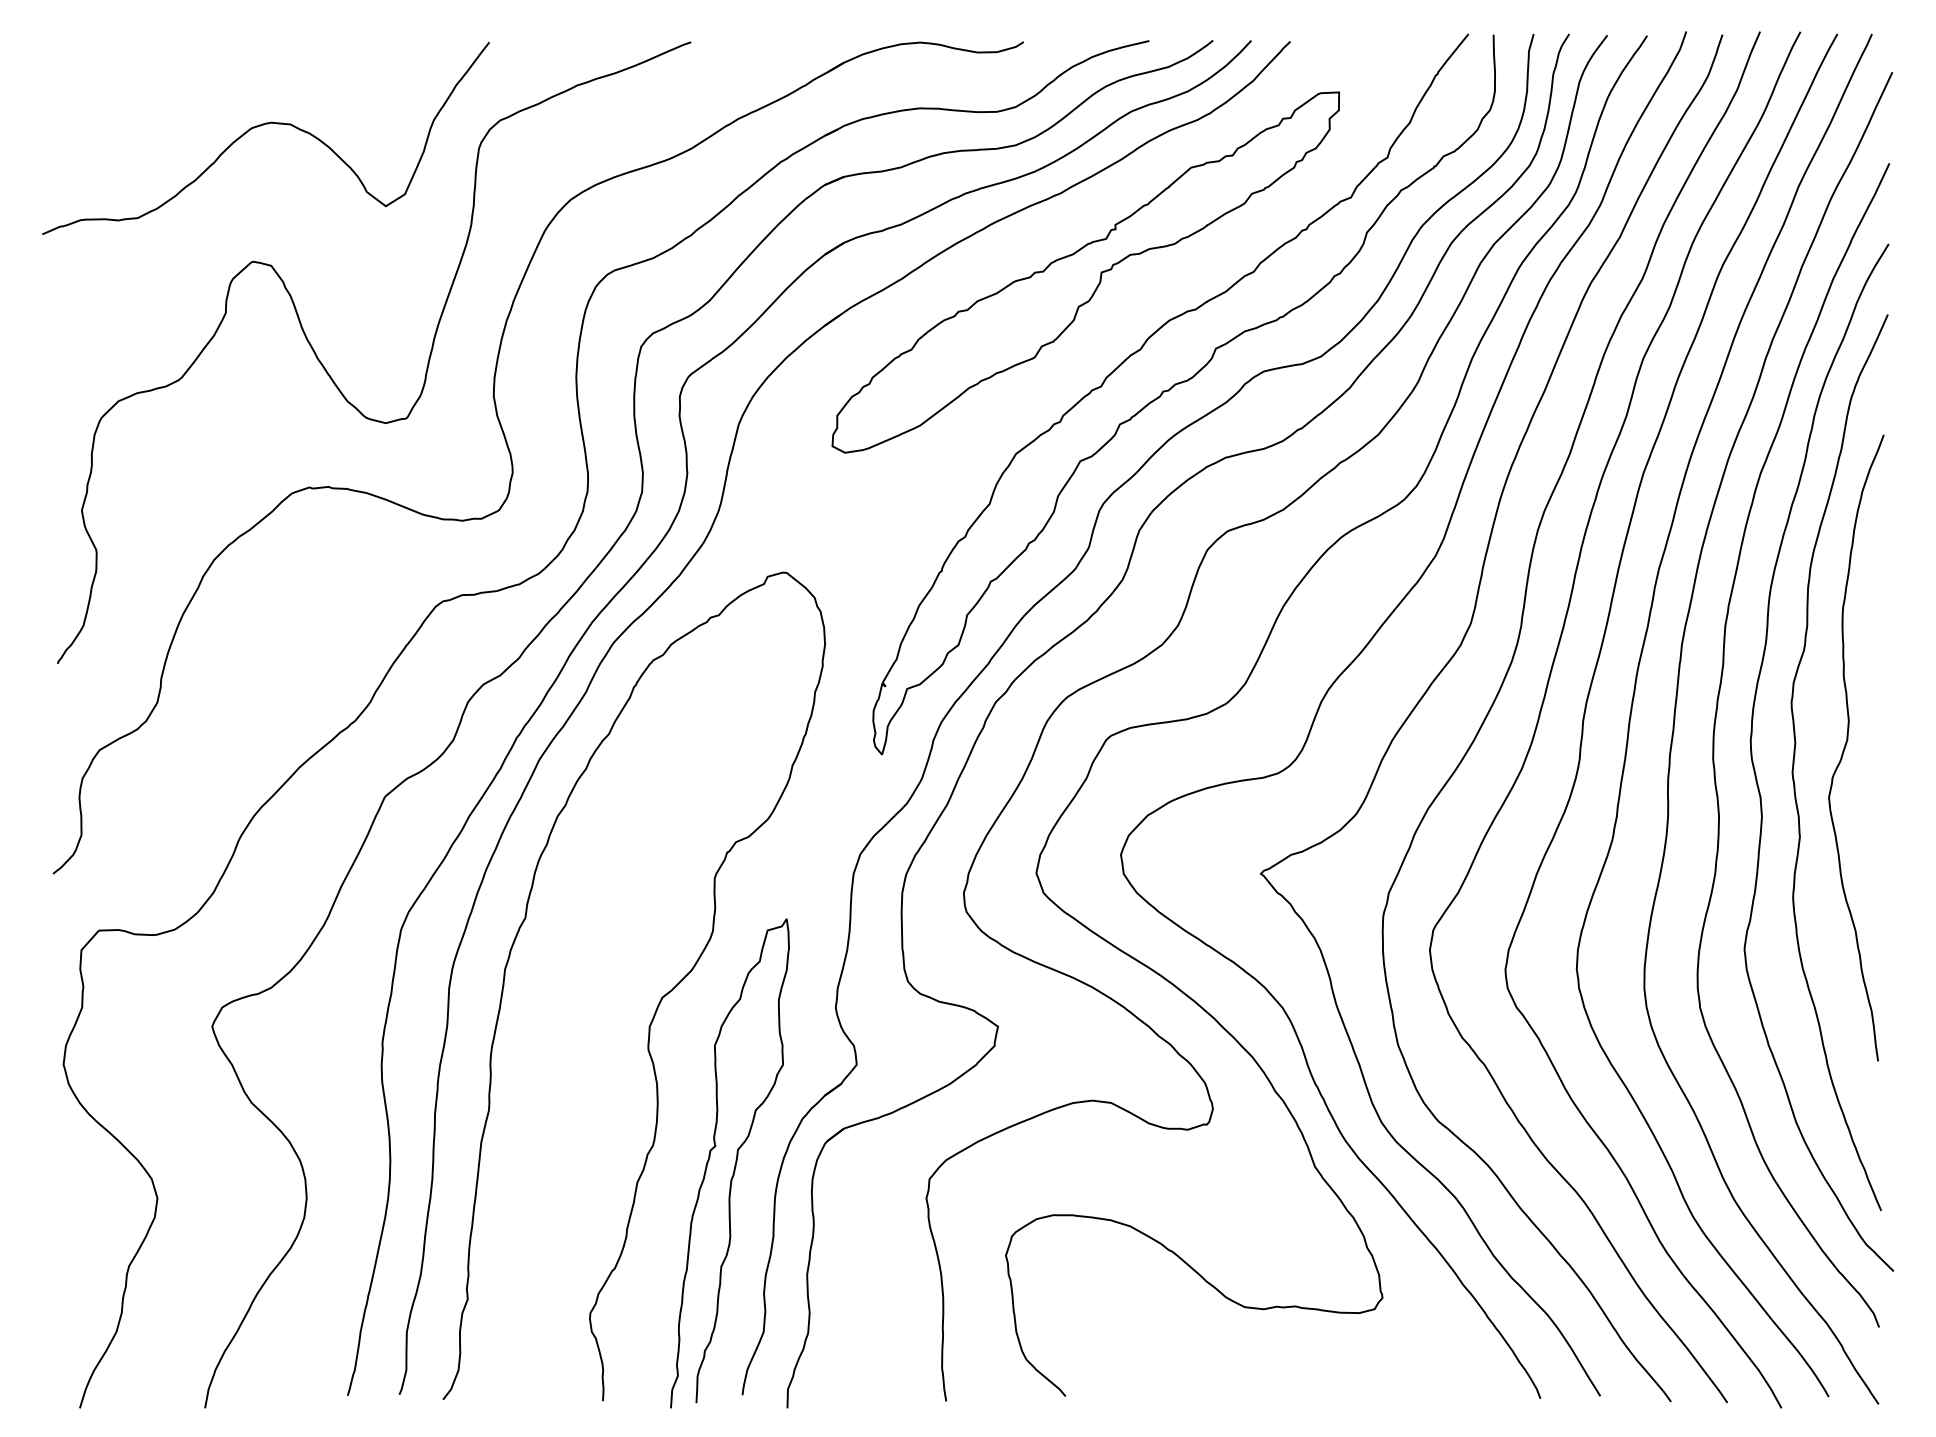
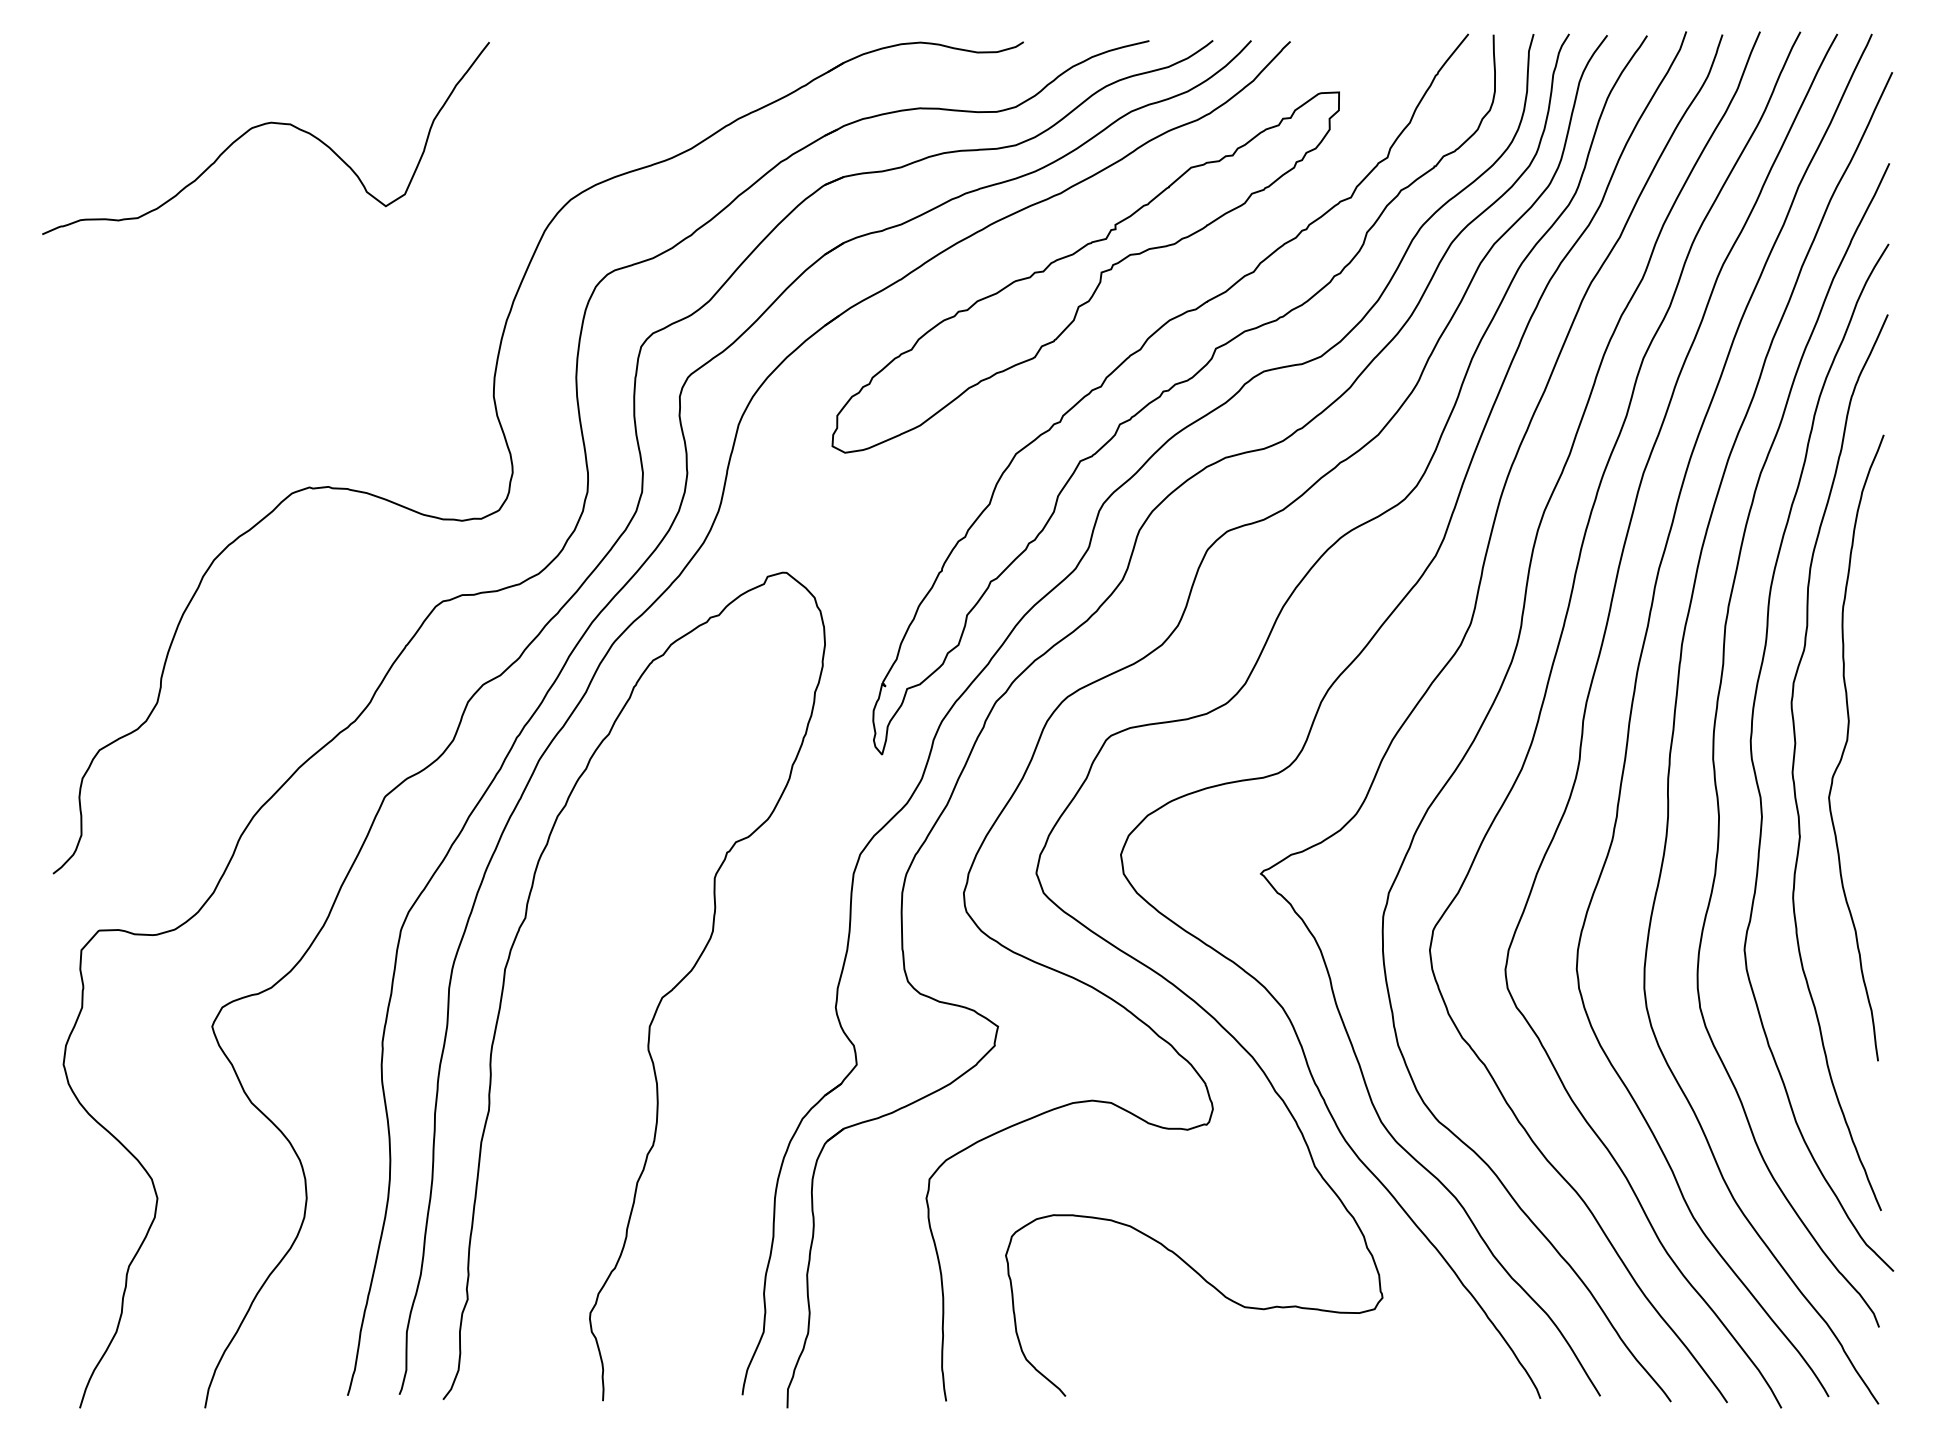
curve at (335, 382): present -> none
curve at (734, 1164): present -> none
